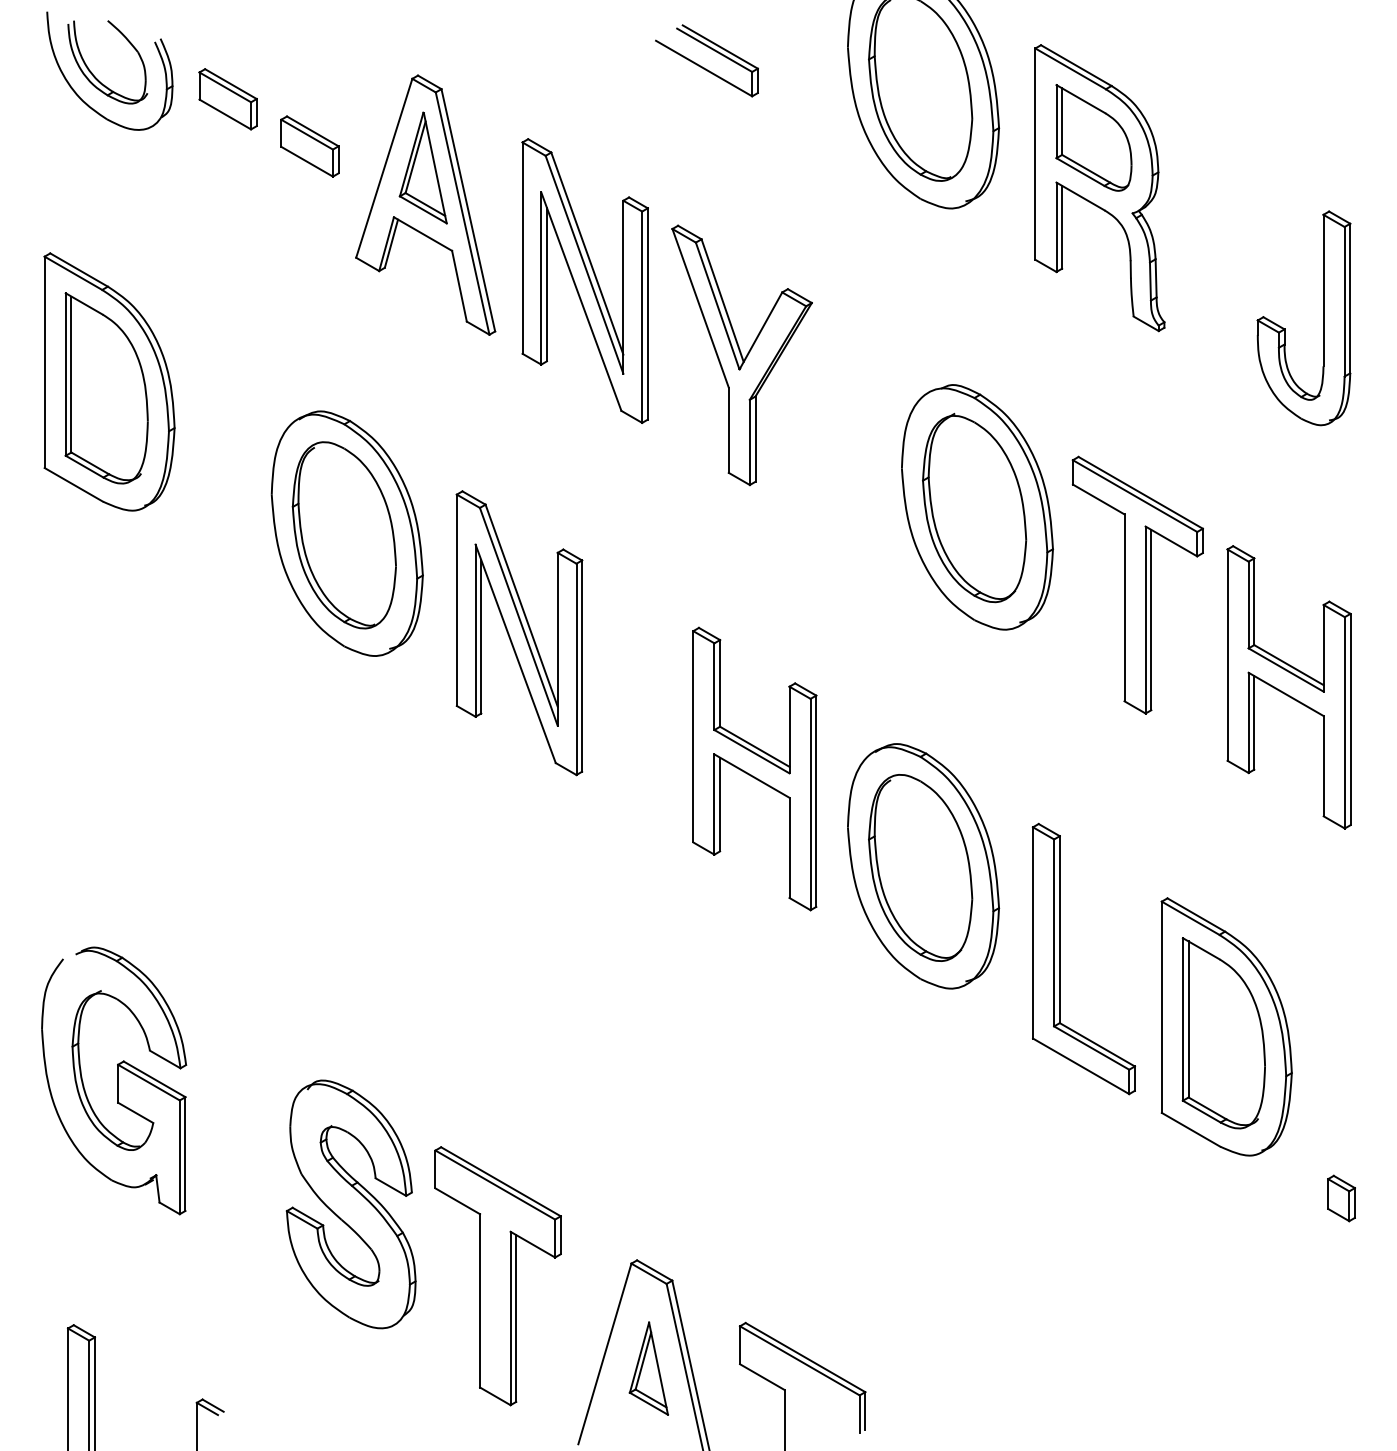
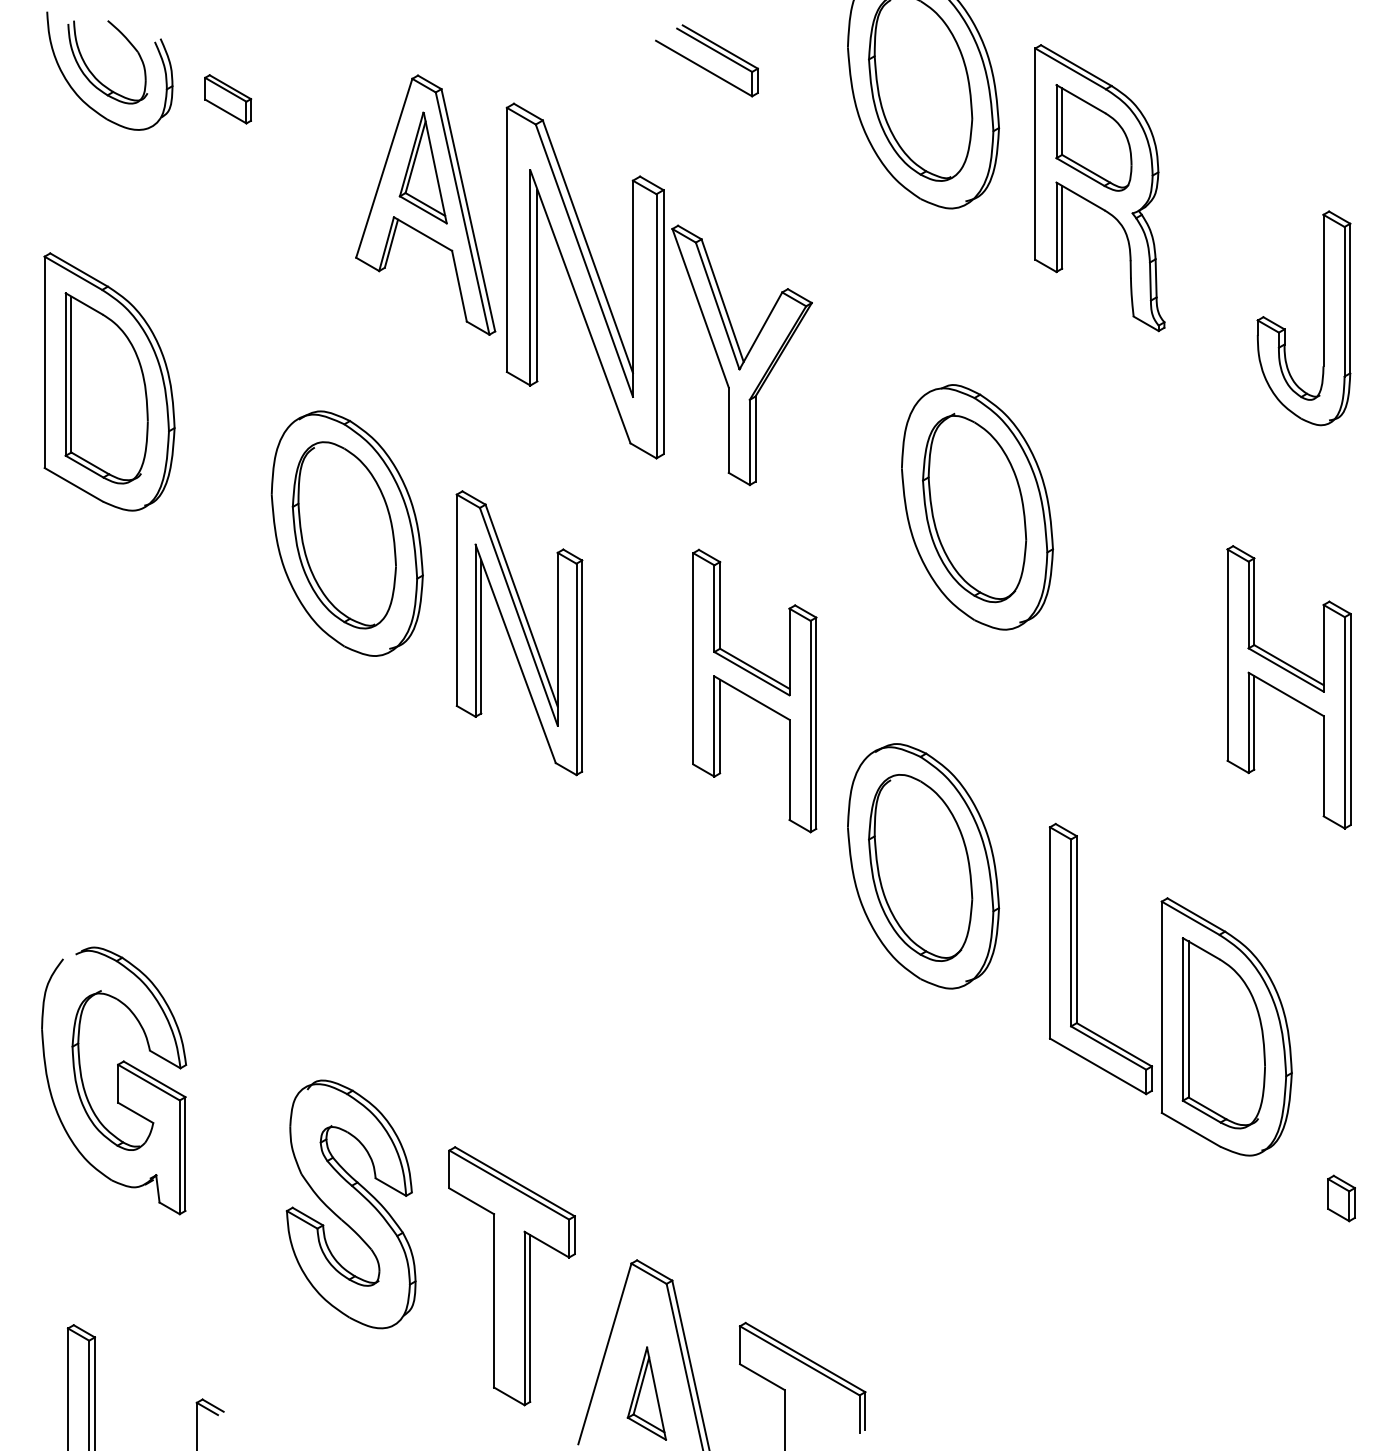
part at (227, 99) size: 60x63 px -> 49x51 px
part at (309, 146): present -> none
part at (584, 280) size: 128x286 px -> 160x358 px
part at (1137, 584): present -> none
part at (754, 768) position: (754, 768) -> (754, 690)
part at (1060, 958) position: (1060, 958) -> (1077, 958)
part at (497, 1276) position: (497, 1276) -> (511, 1276)
part at (648, 1368) position: (648, 1368) -> (646, 1393)
